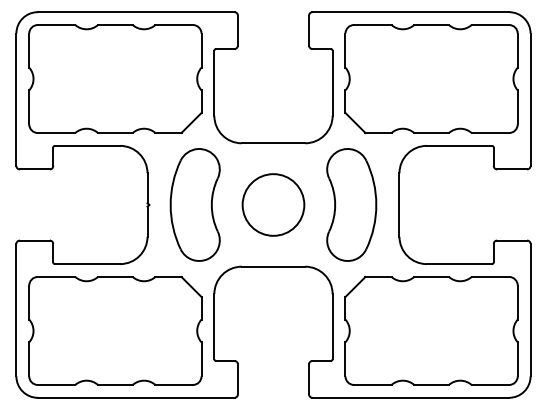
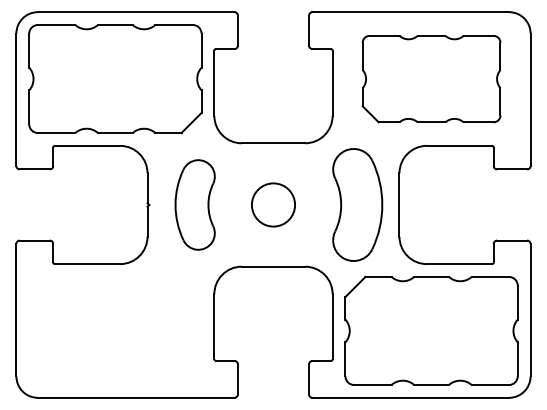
part at (431, 79) size: 175x111 px -> 141x89 px
part at (194, 204) size: 52x114 px -> 42x92 px
circle at (273, 204) diameter: 62 px -> 43 px
part at (351, 204) position: (351, 204) -> (357, 204)
part at (115, 330): present -> none
